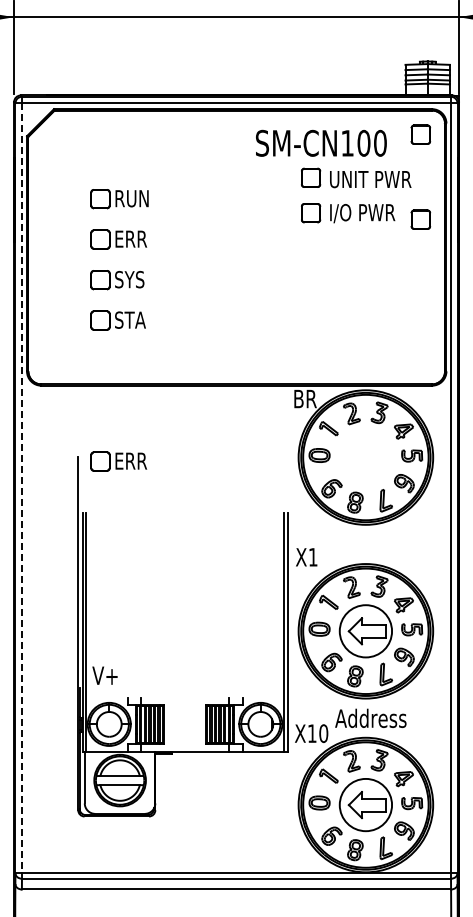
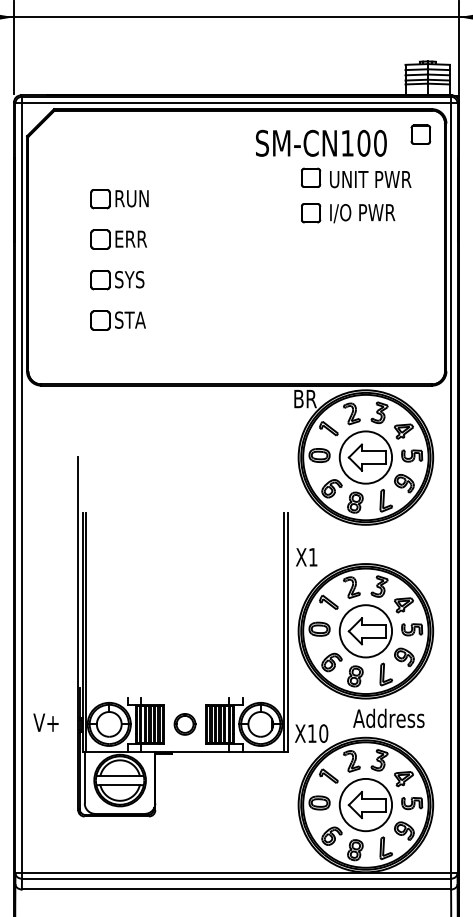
part at (420, 219): present -> none
part at (365, 457): none -> present
part at (118, 461): present -> none
line at (21, 488): dashed -> solid
text at (104, 675) position: (104, 675) -> (45, 722)
text at (370, 717) position: (370, 717) -> (388, 717)
part at (184, 724): none -> present
